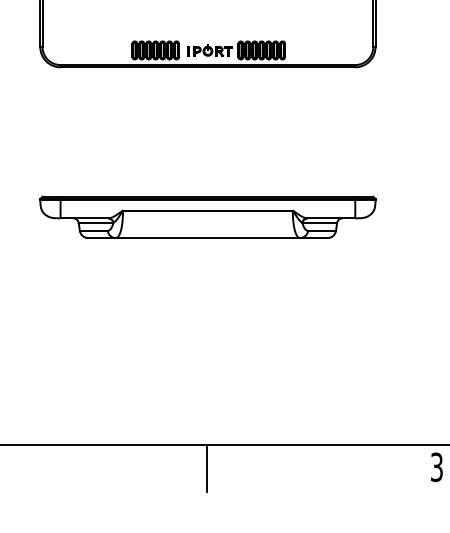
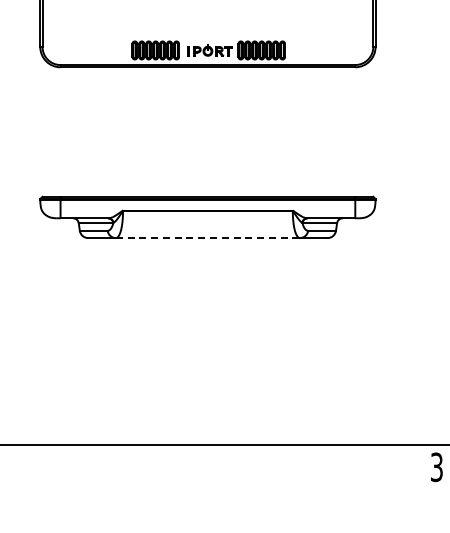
line at (208, 238): solid -> dashed
line at (207, 468): present -> none
